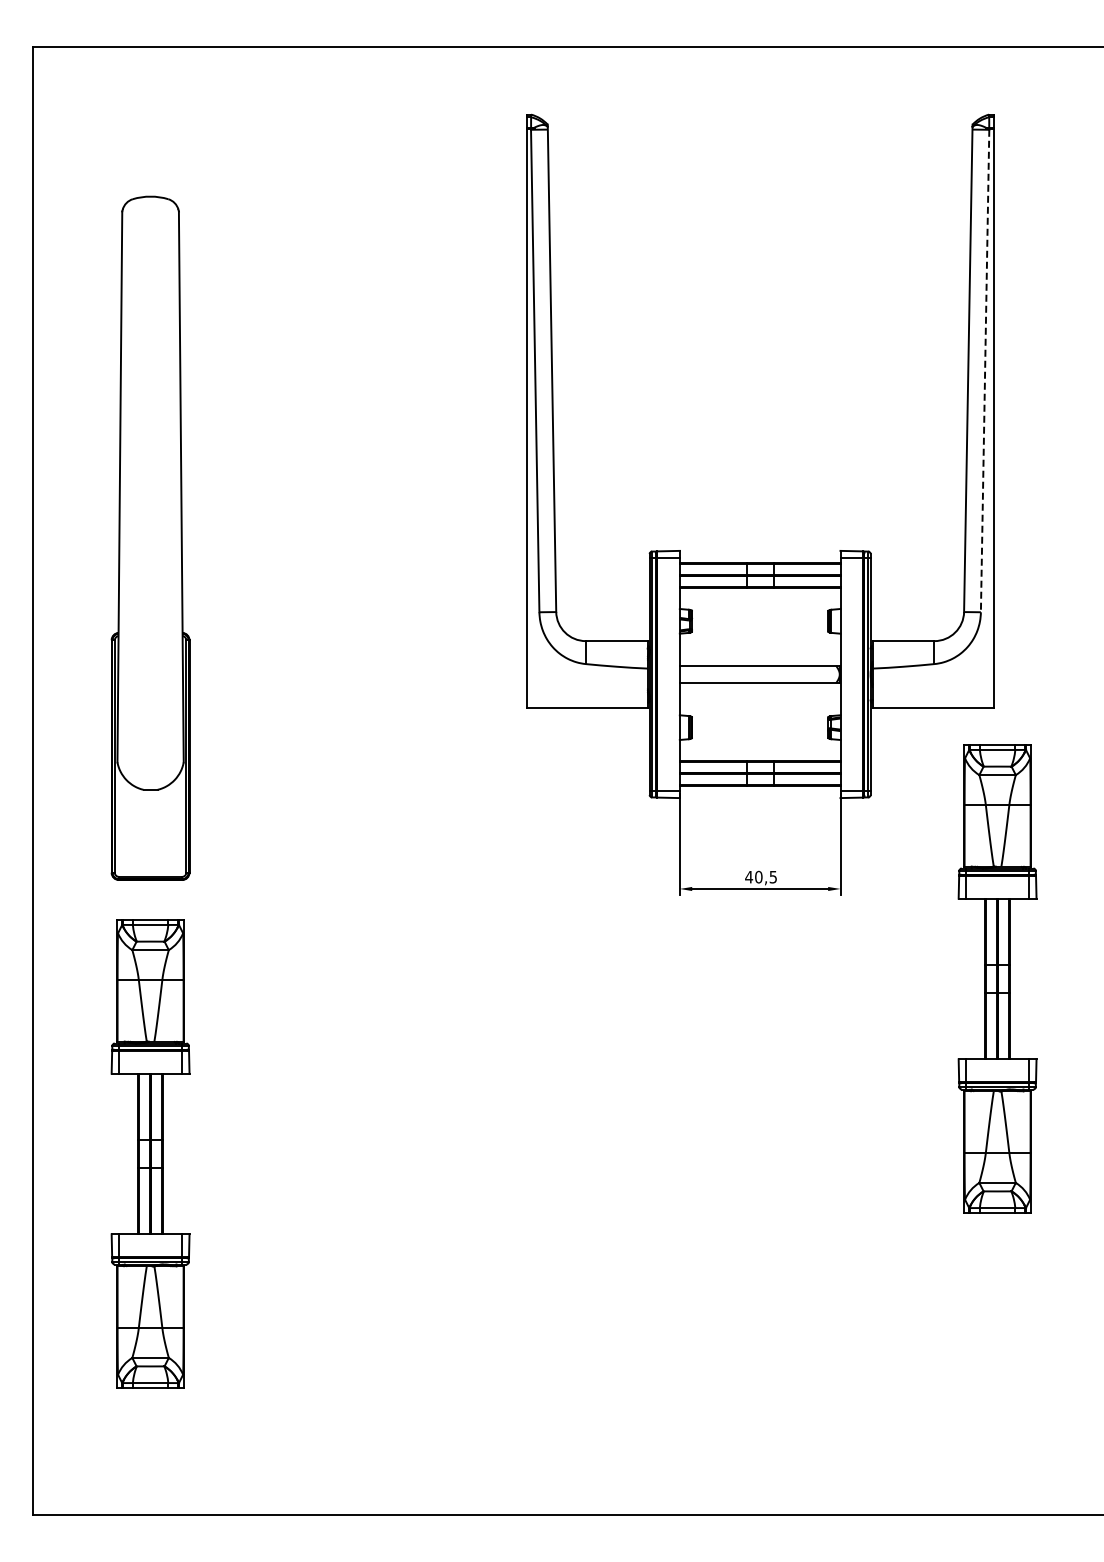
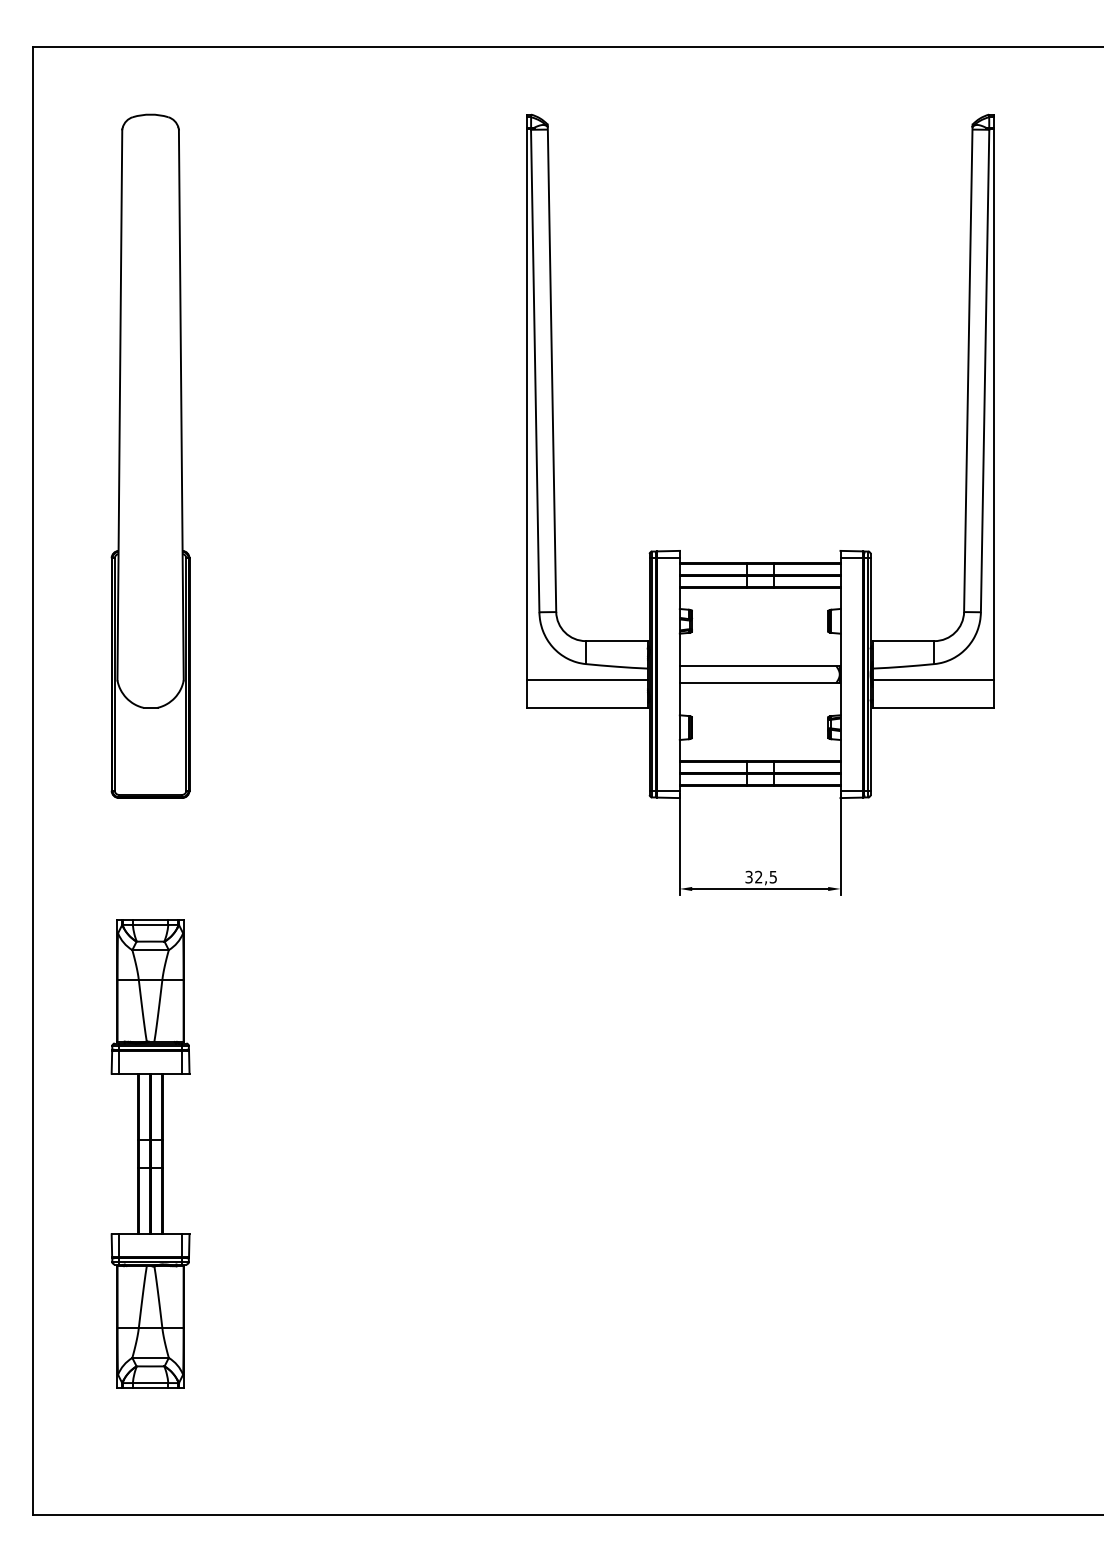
line at (985, 371): dashed -> solid
part at (150, 537) position: (150, 537) -> (150, 455)
line at (586, 680): none -> present
line at (932, 680): none -> present
text at (753, 876): 40,5 -> 32,5
part at (997, 978): present -> none
